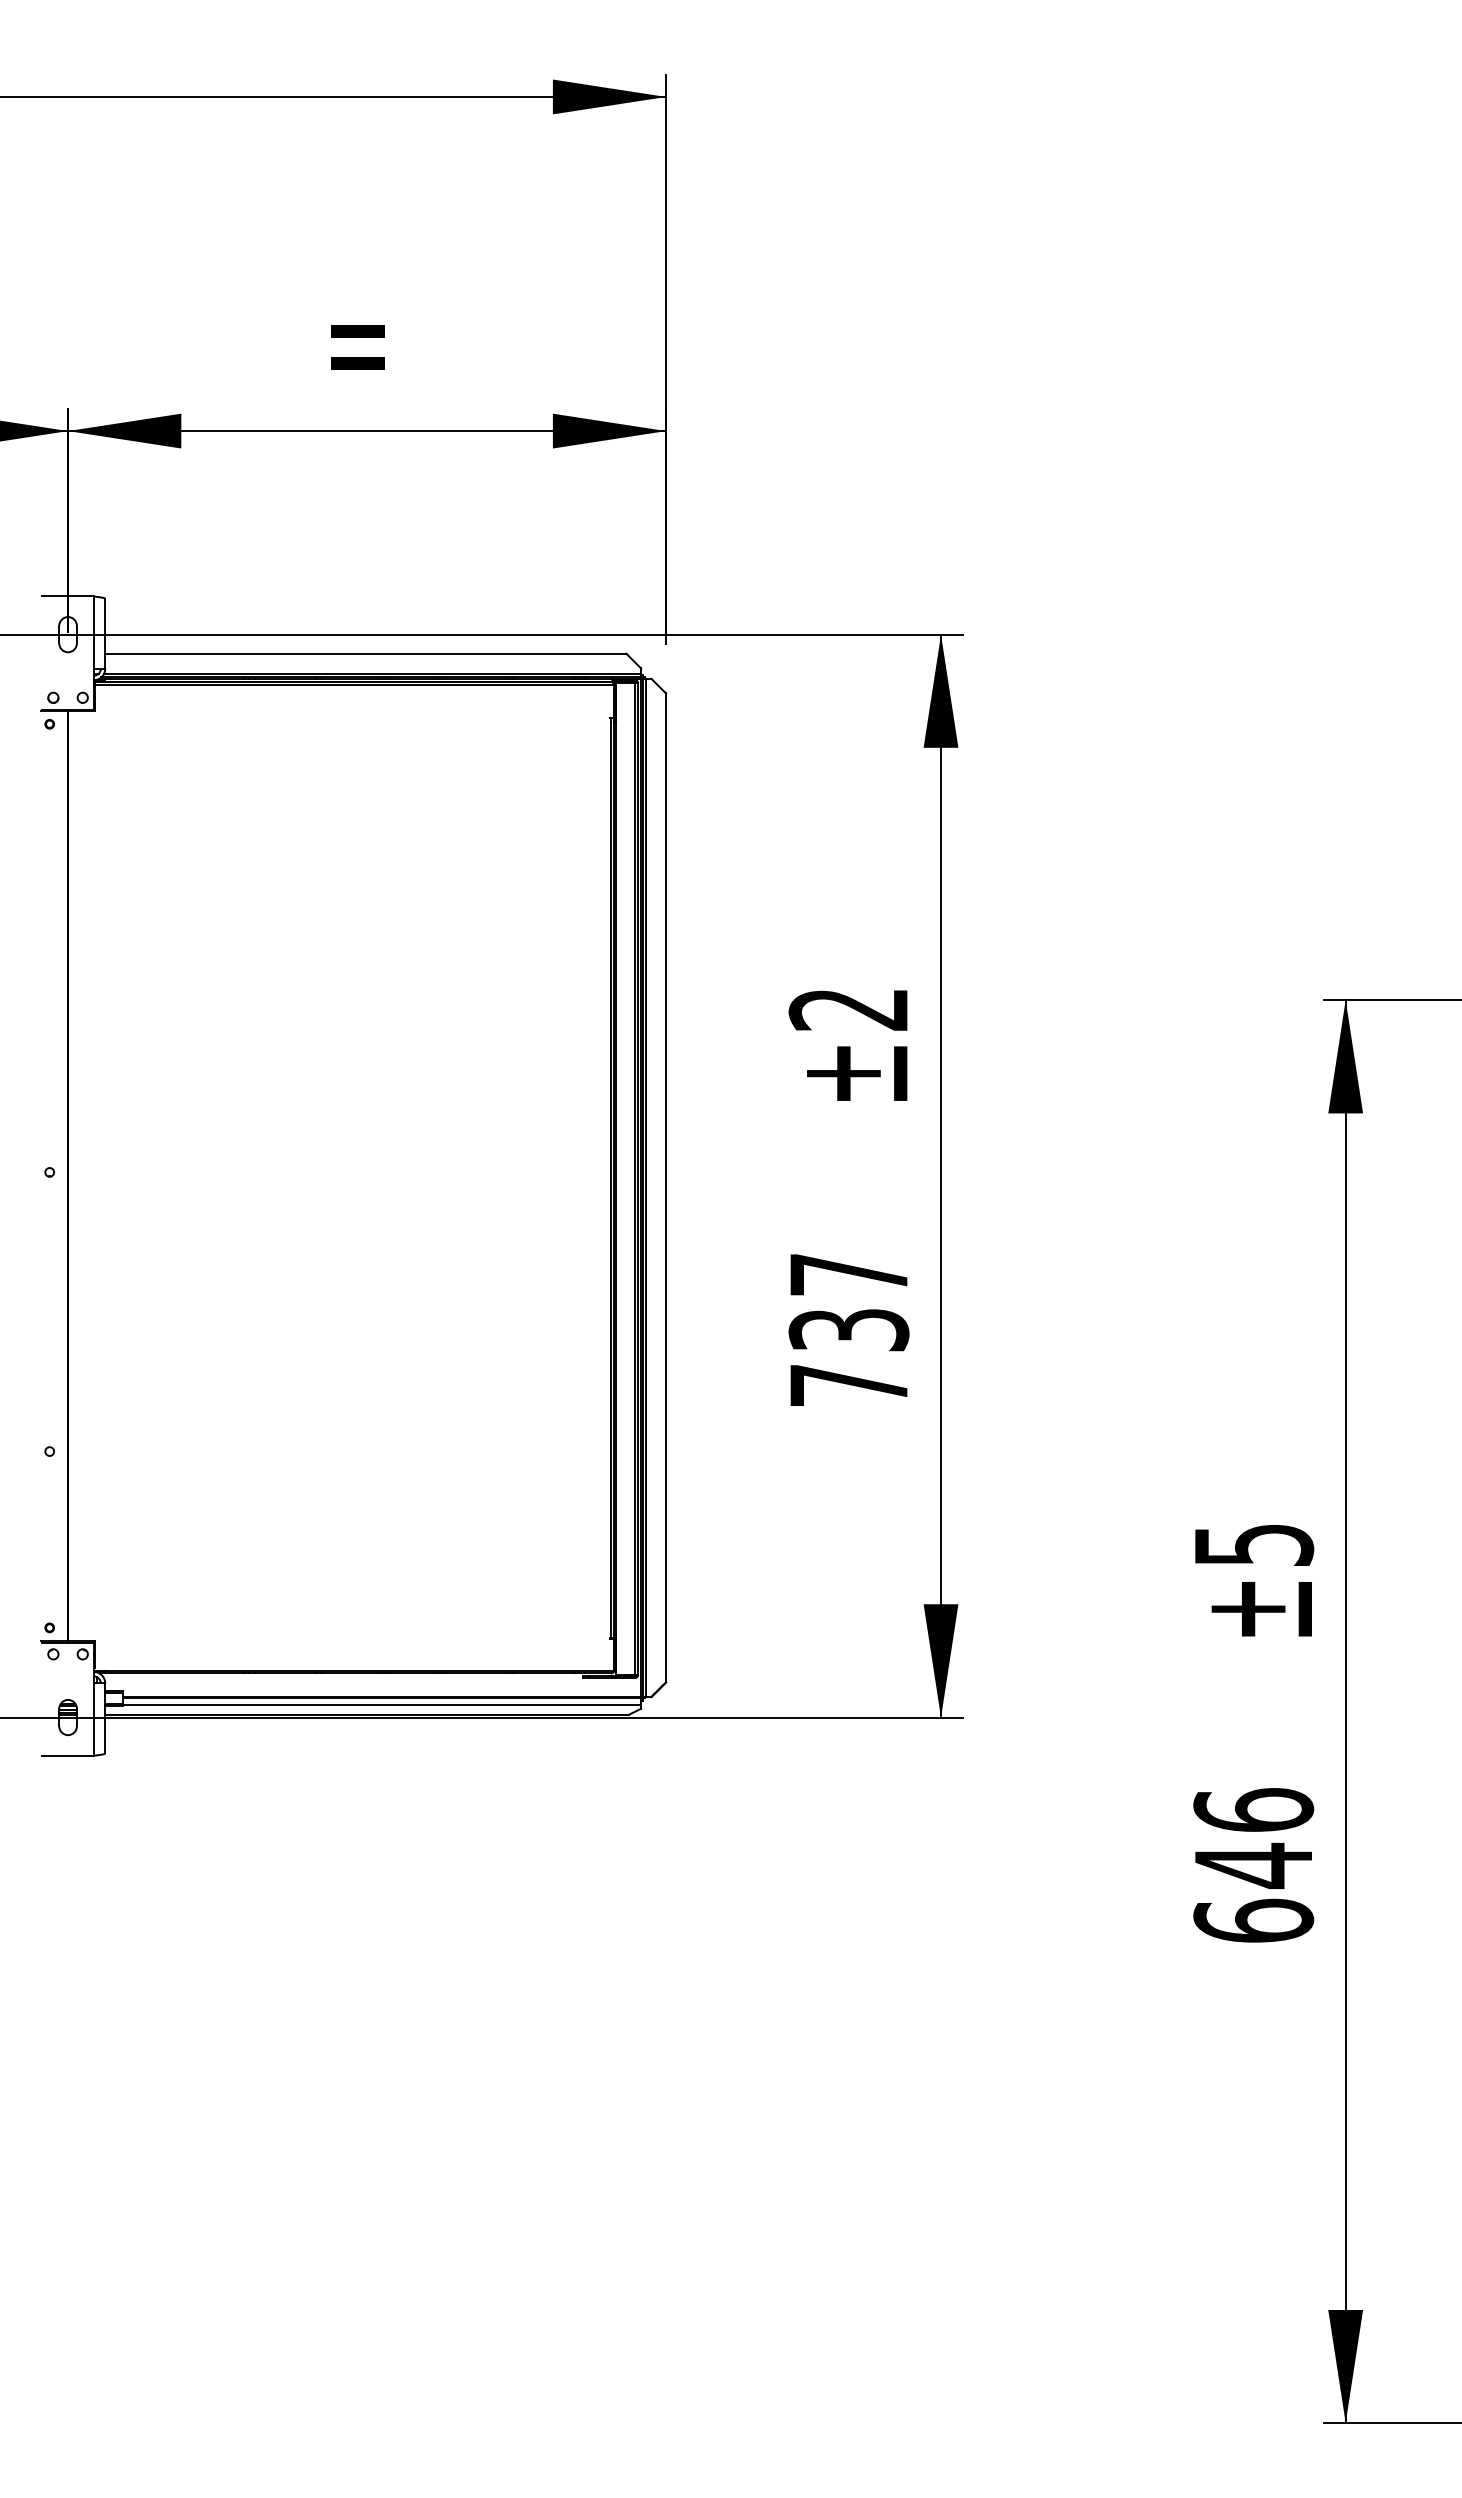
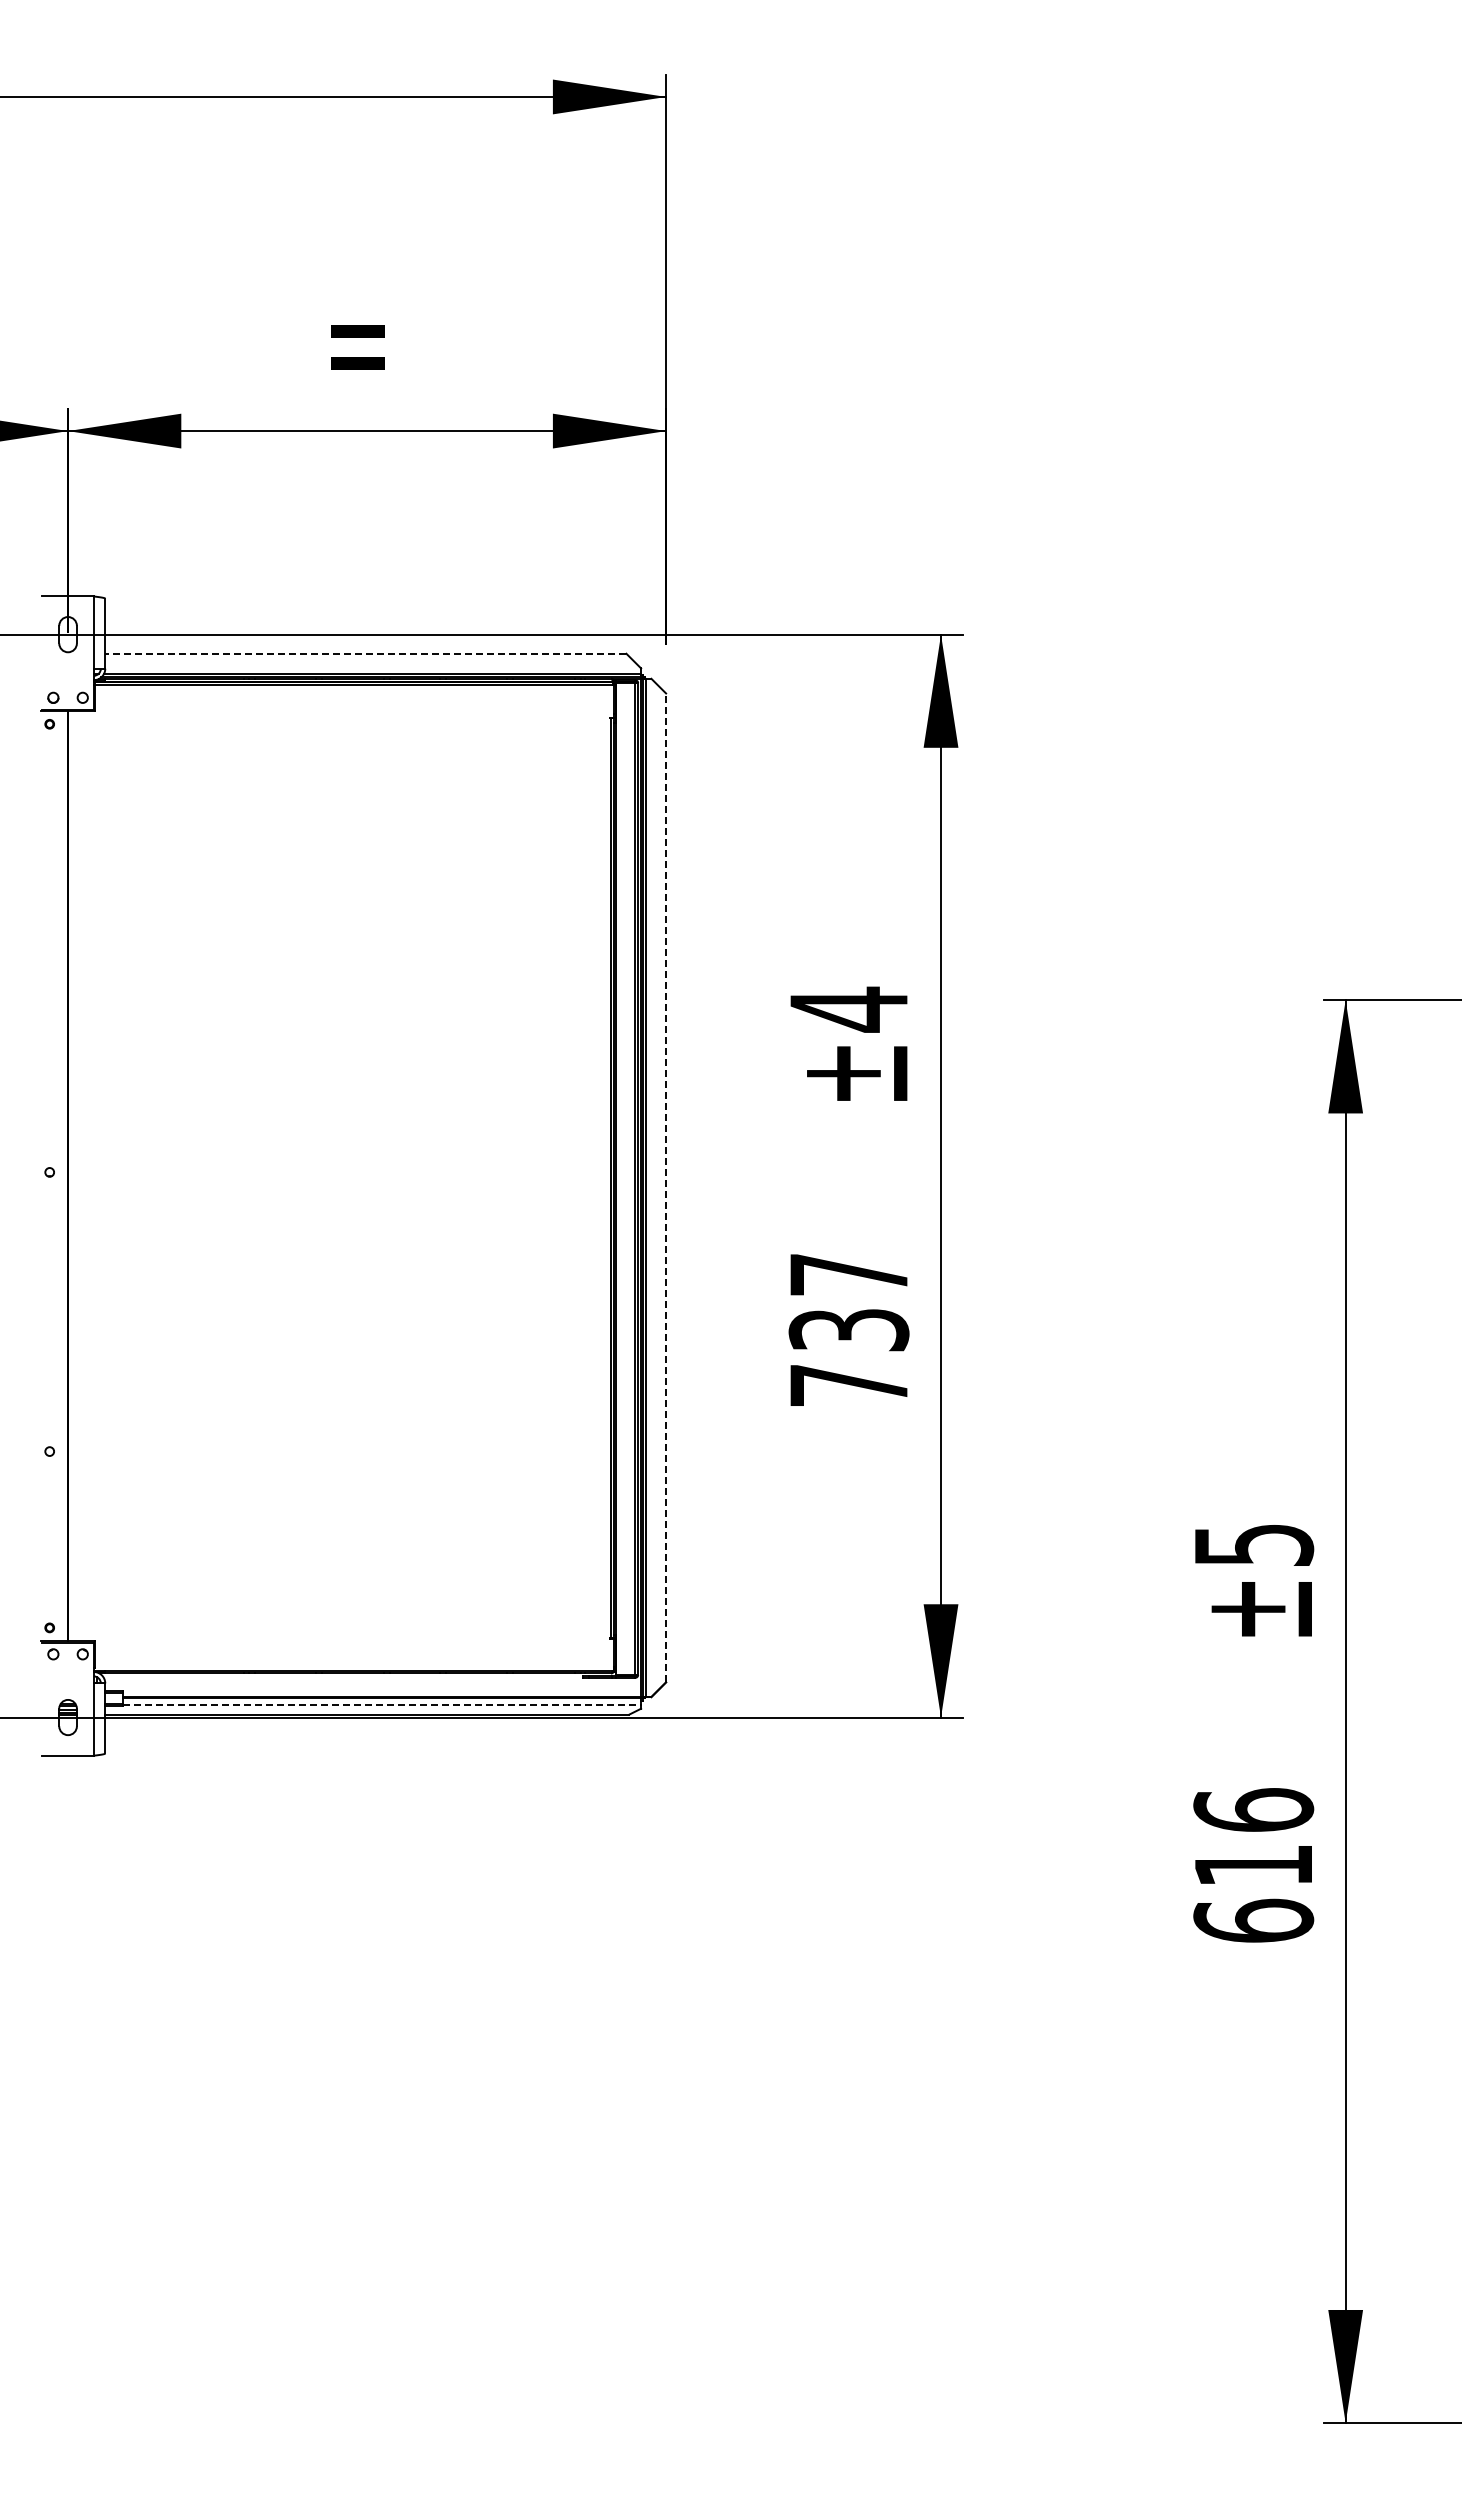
line at (365, 653): solid -> dashed
text at (847, 1009): ±2 -> ±4
line at (666, 1187): solid -> dashed
line at (382, 1705): solid -> dashed
text at (1253, 1865): 646 -> 616
